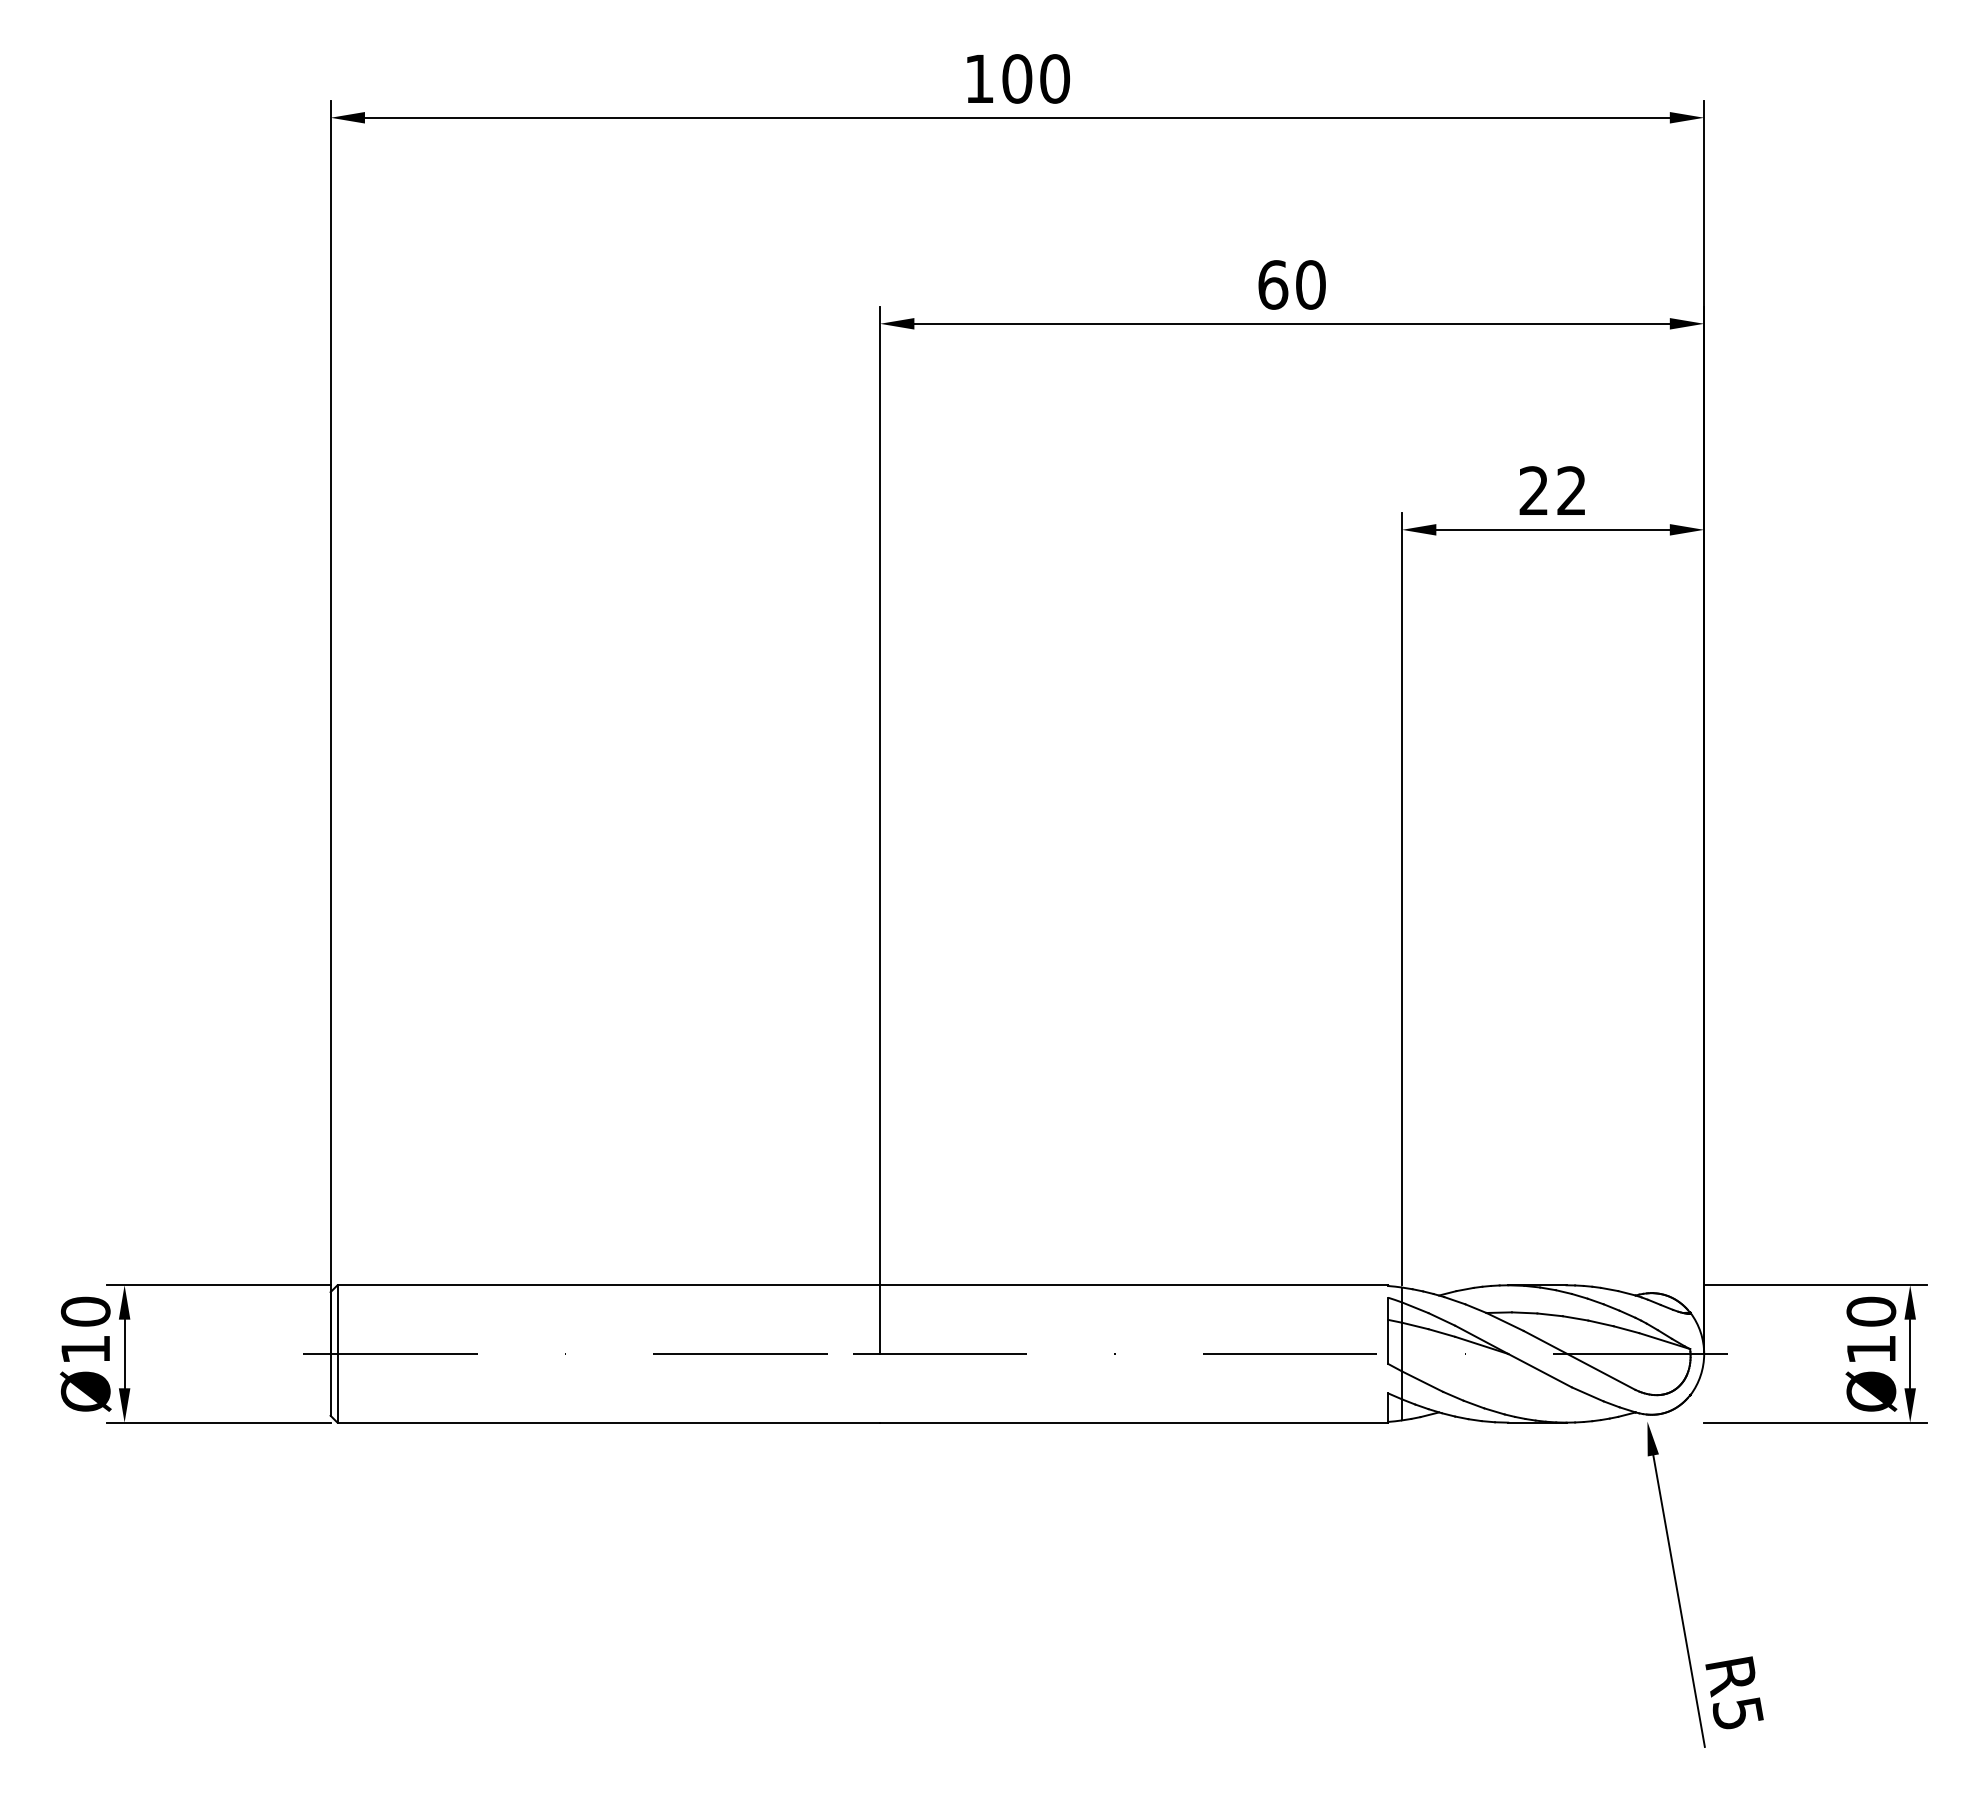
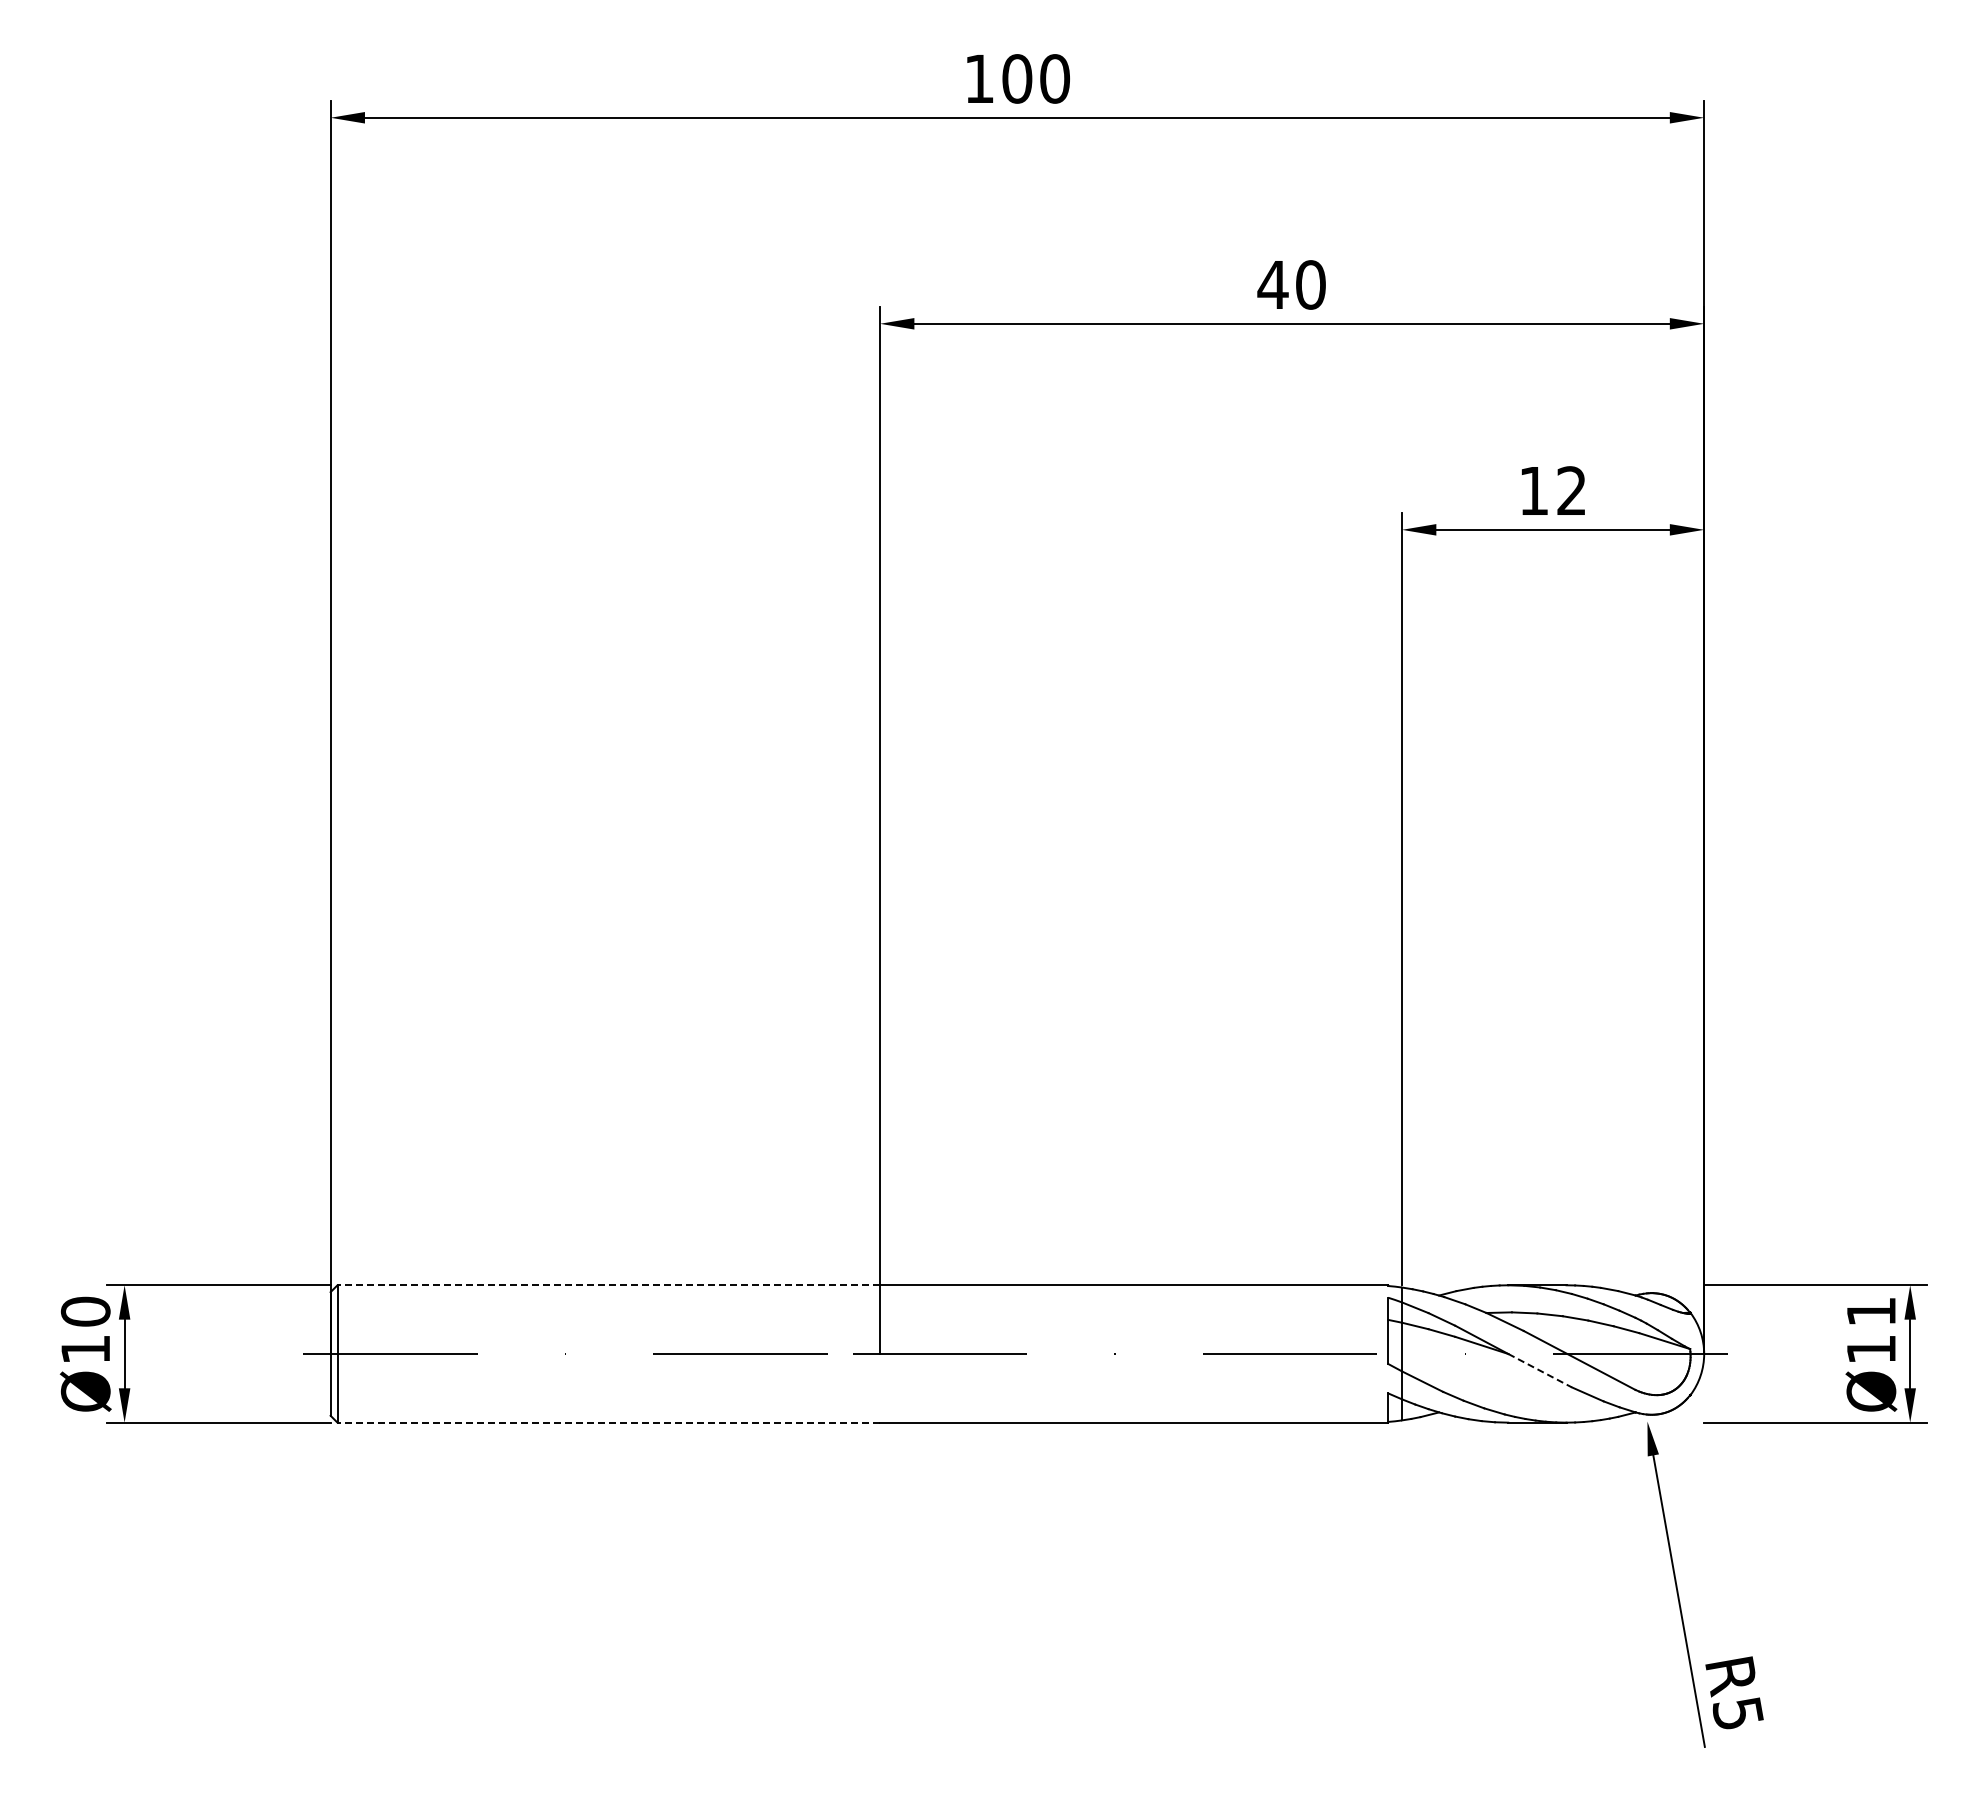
text at (1272, 284): 60 -> 40
text at (1533, 490): 22 -> 12
line at (608, 1285): solid -> dashed
text at (1871, 1311): Ø10 -> Ø11
line at (1540, 1370): solid -> dashed
line at (608, 1422): solid -> dashed
